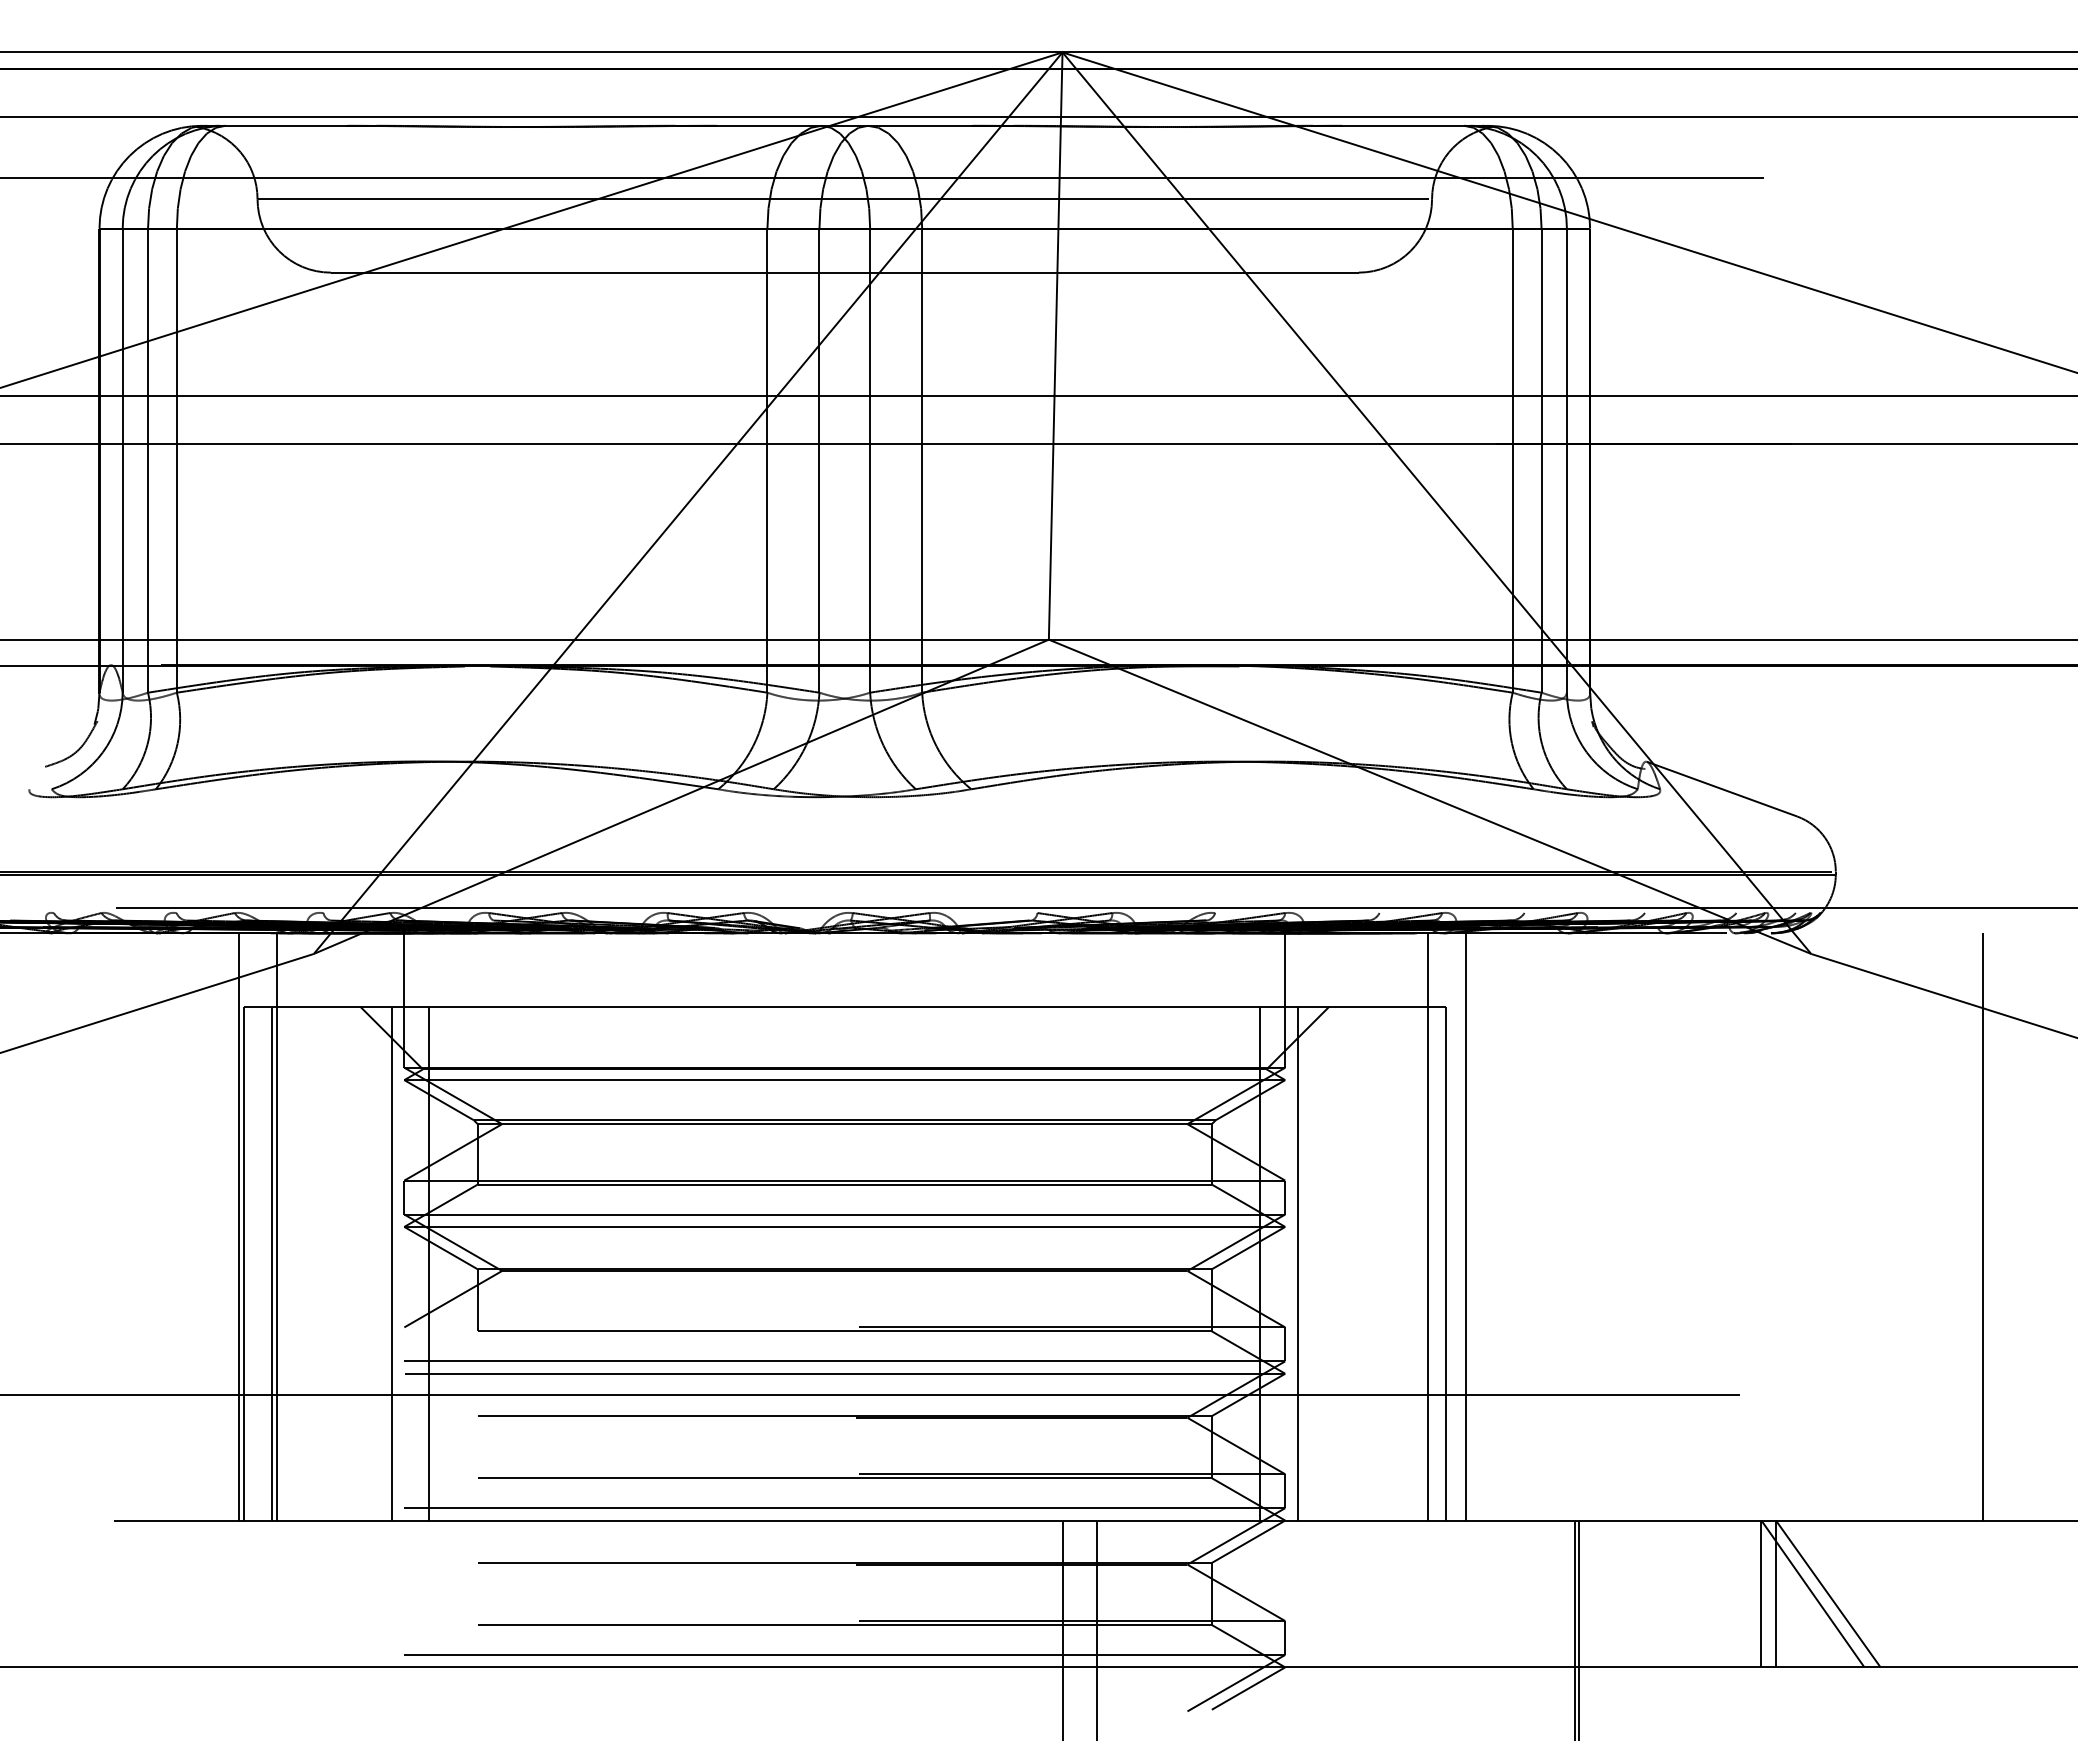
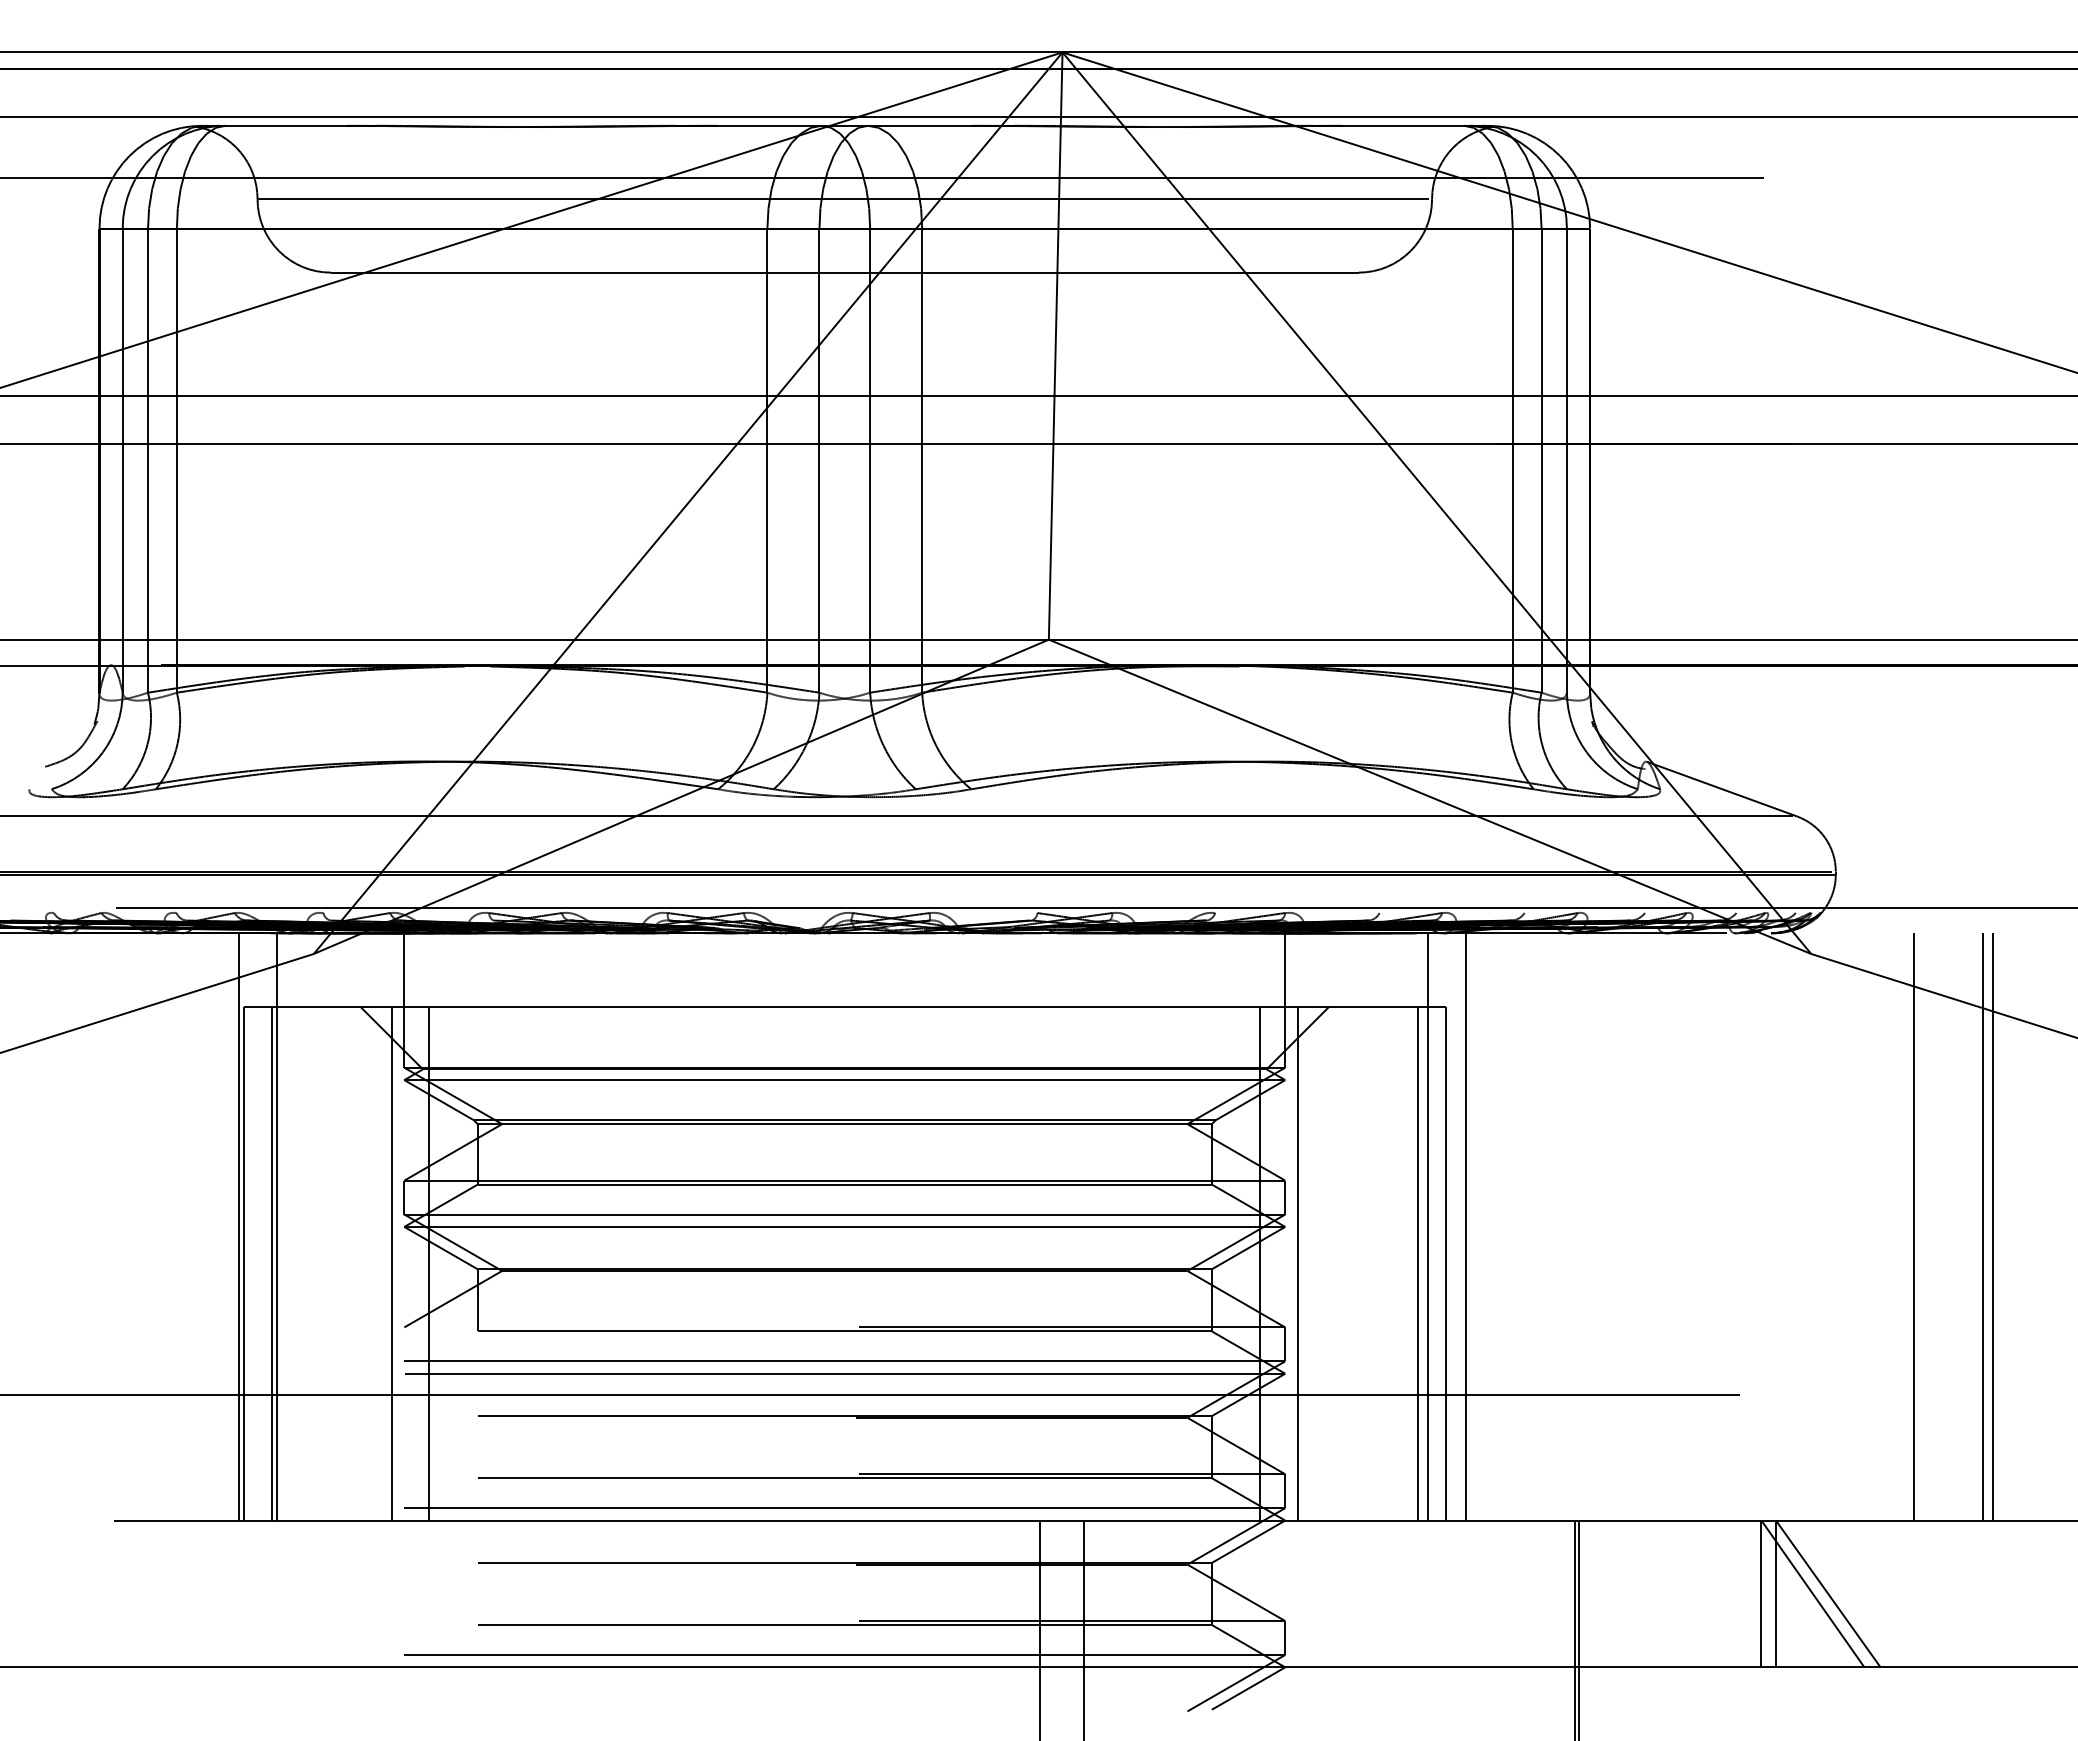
line at (897, 816): none -> present
line at (1914, 1226): none -> present
line at (1993, 1226): none -> present
line at (1417, 1263): none -> present
line at (1062, 1628) position: (1062, 1628) -> (1039, 1628)
line at (1097, 1628) position: (1097, 1628) -> (1084, 1628)
